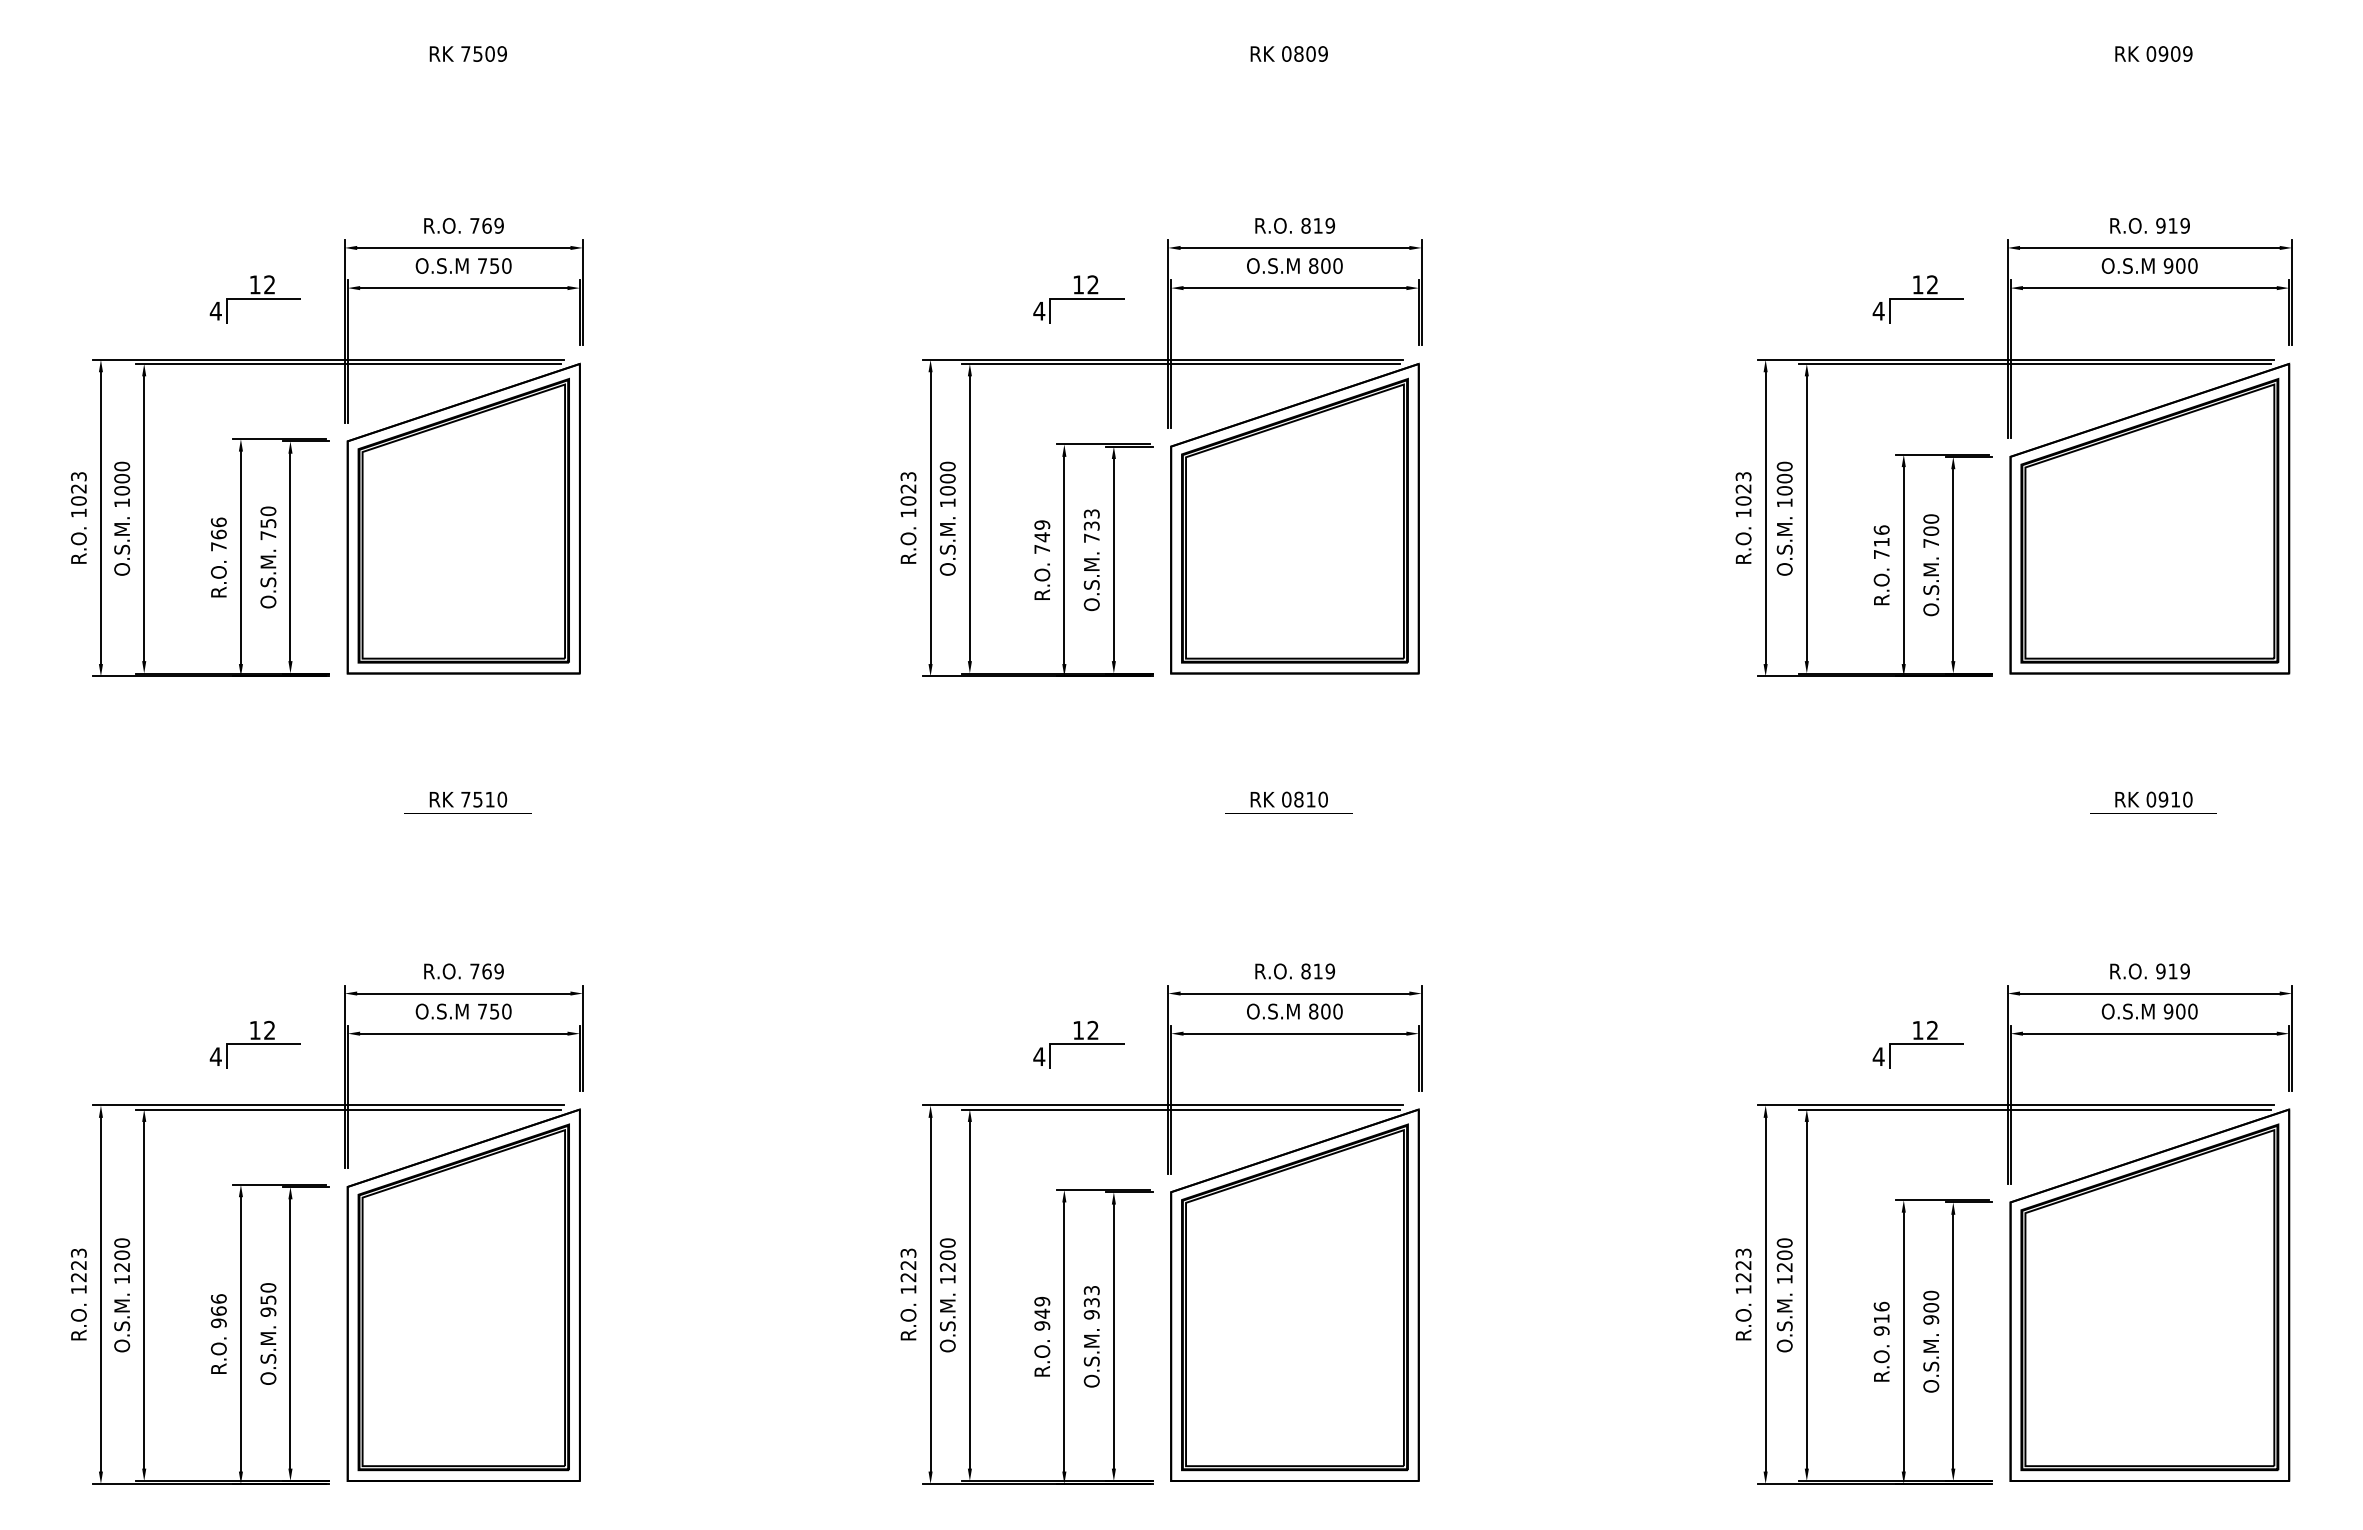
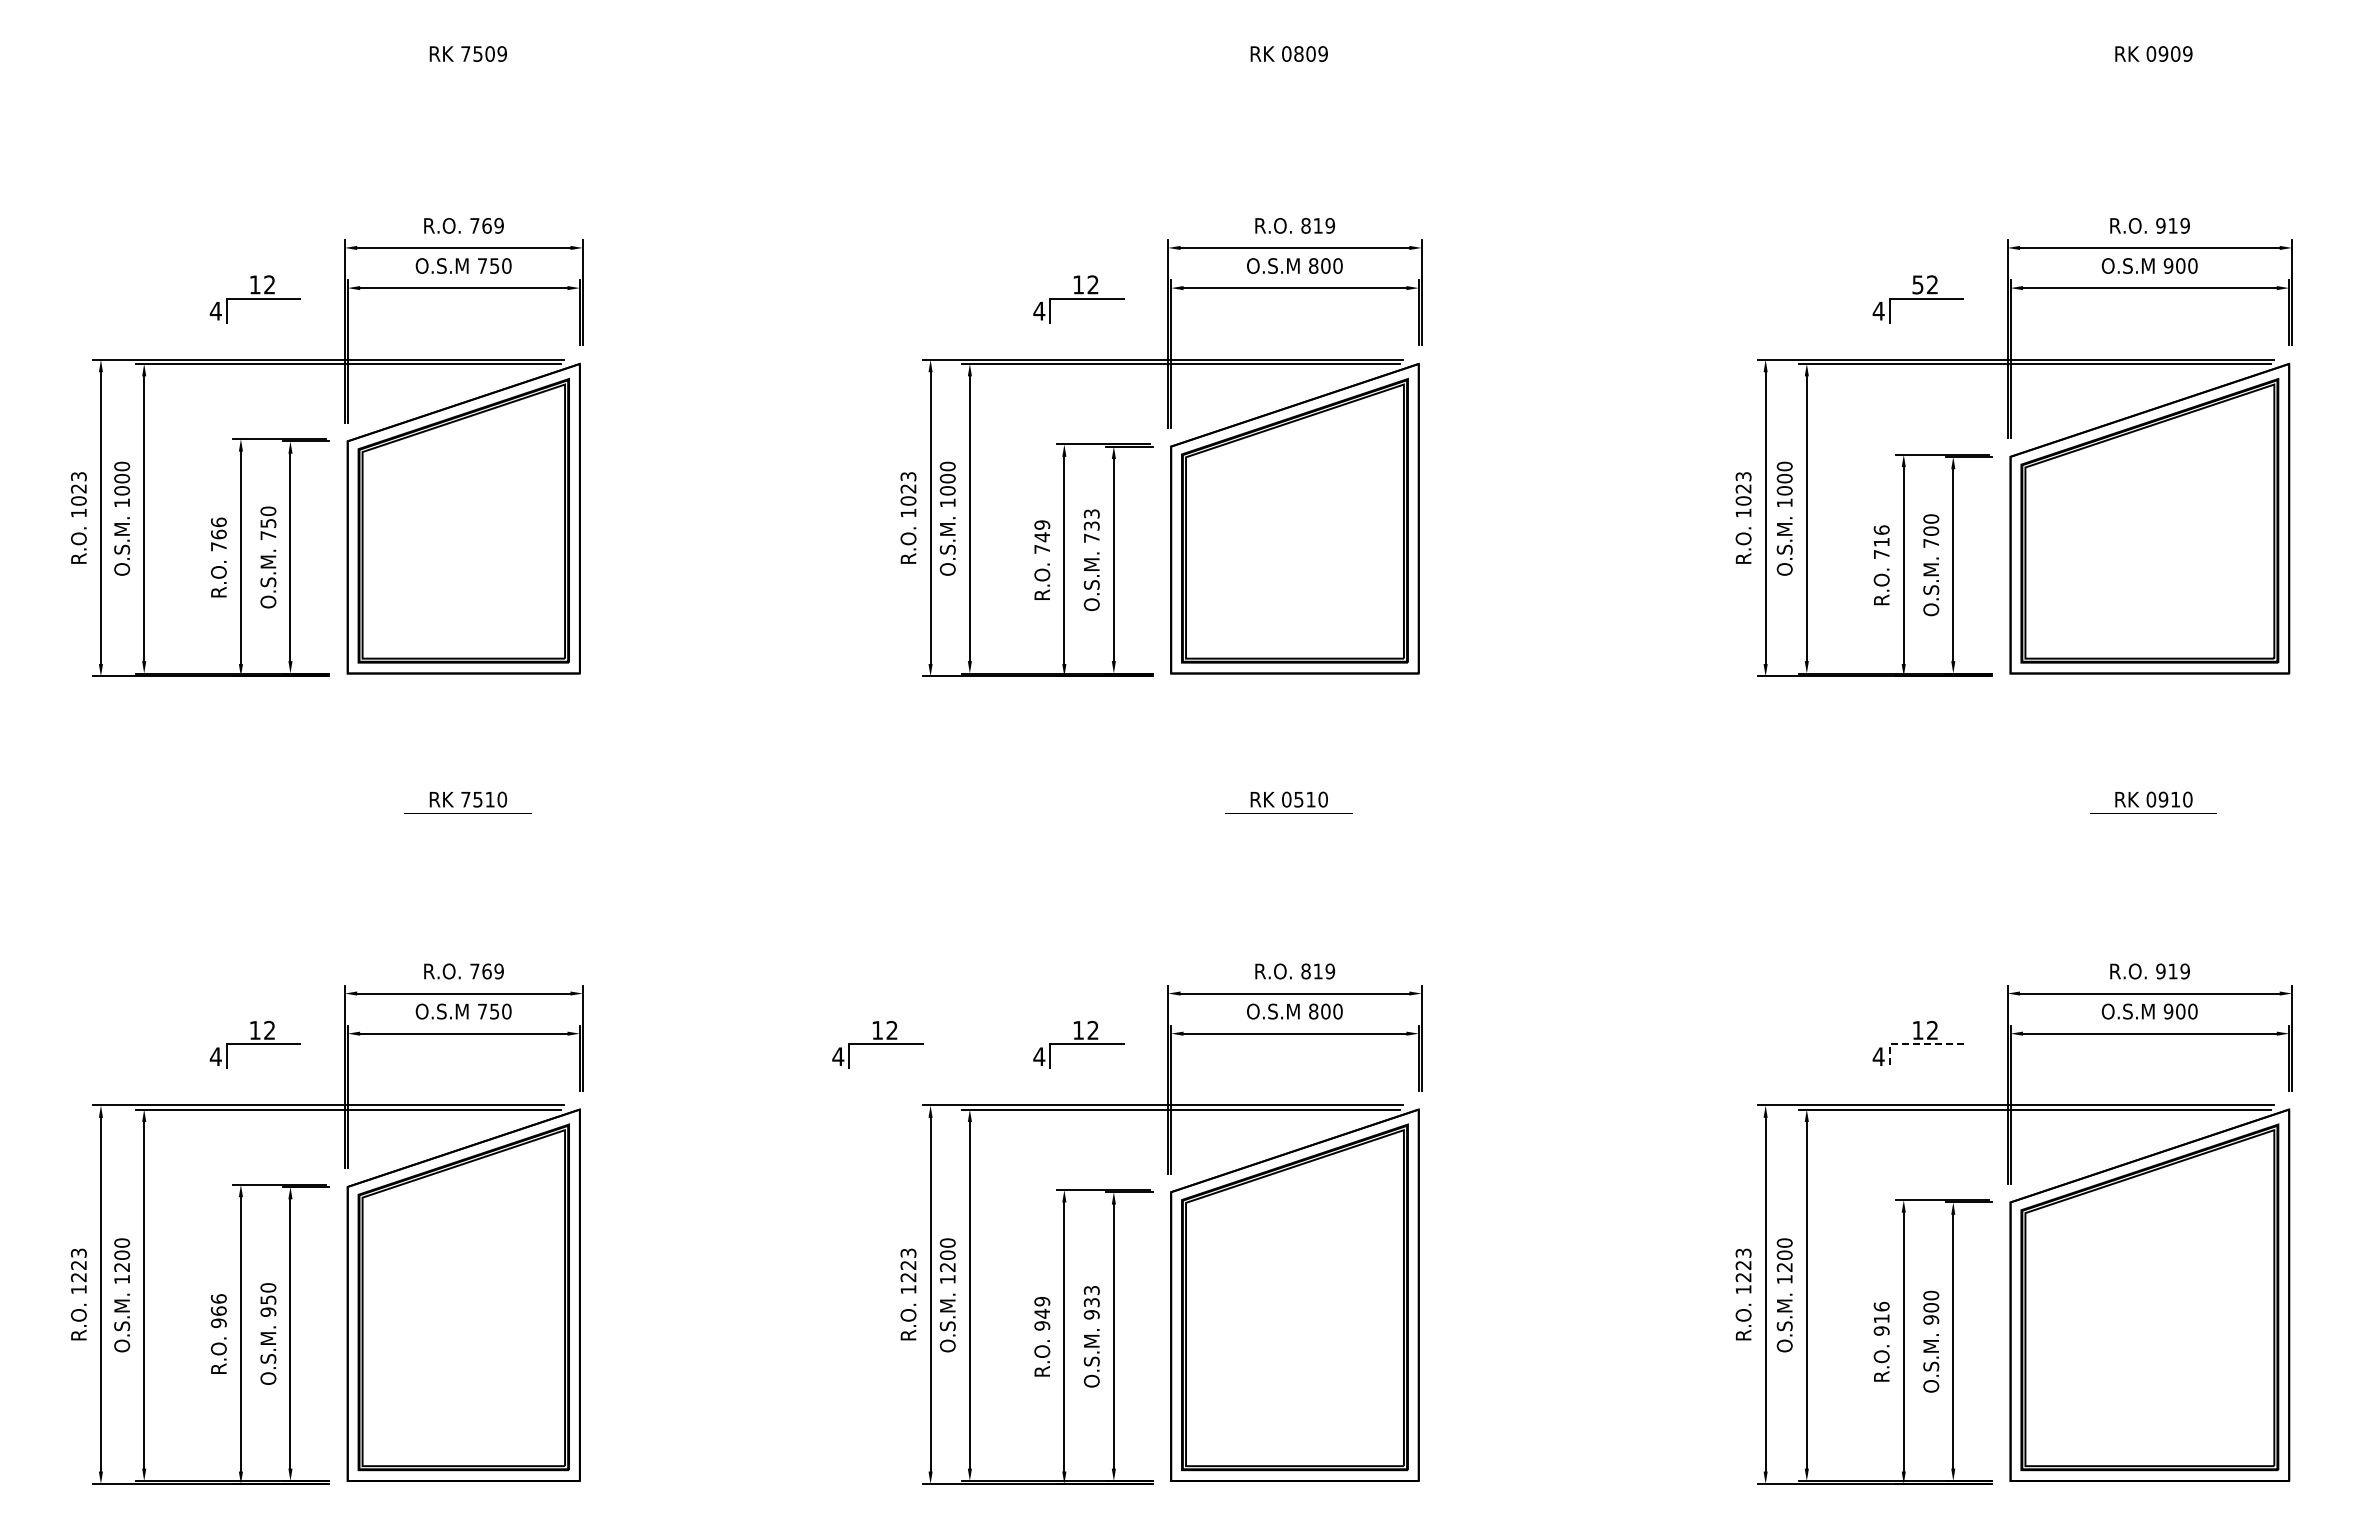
text at (1917, 284): 12 -> 52
text at (1298, 799): 0810 -> 0510
part at (877, 1044): none -> present
line at (1913, 1044): solid -> dashed
